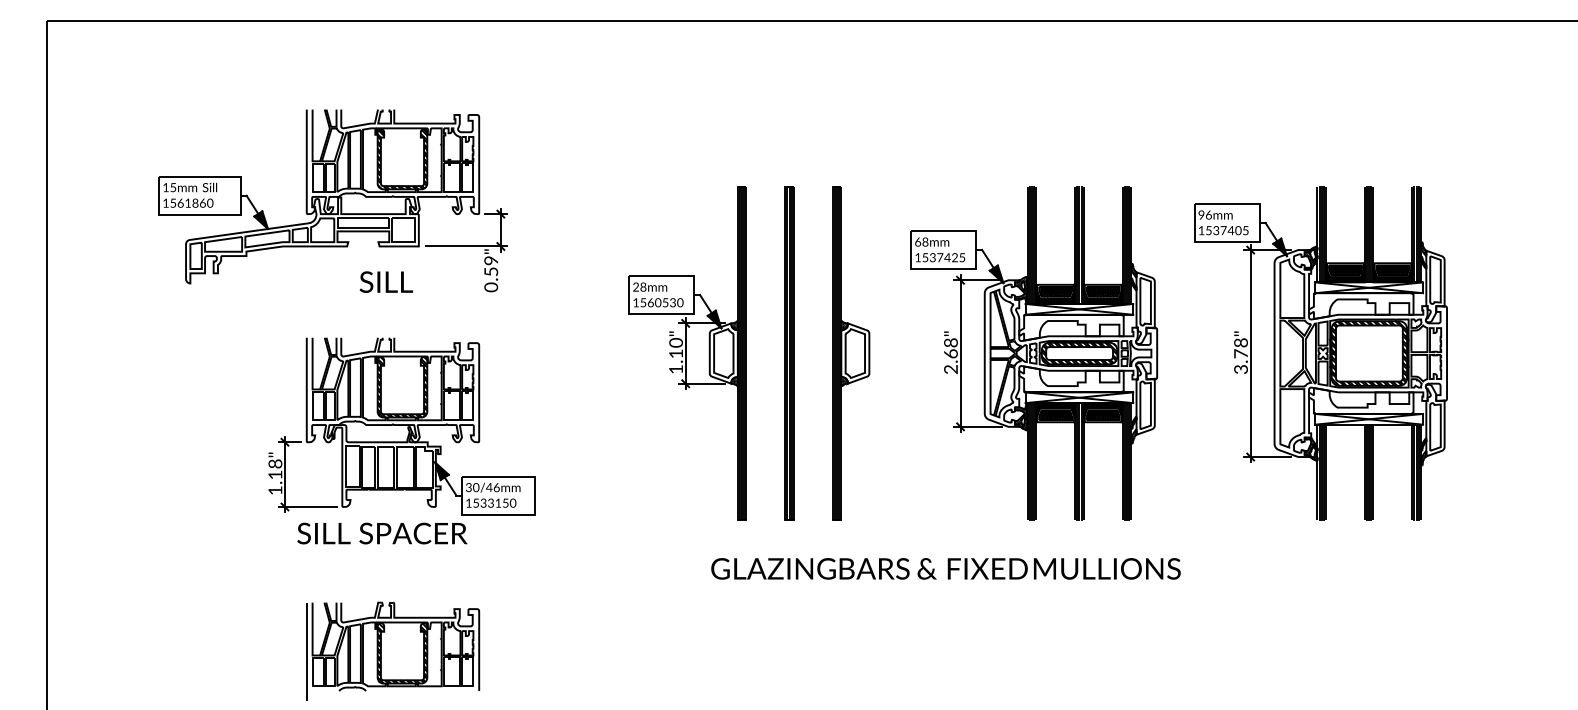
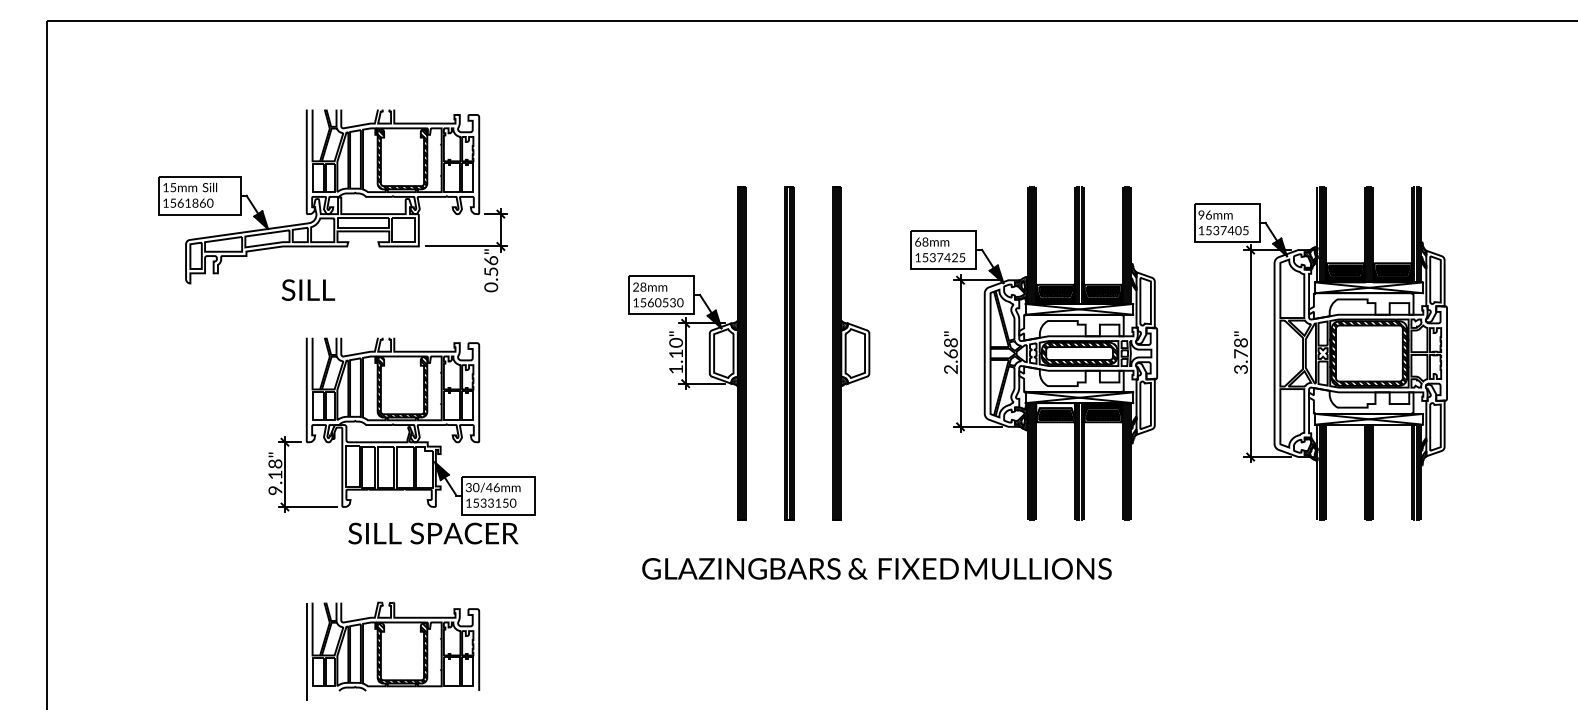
text at (491, 260): 0.59" -> 0.56"
text at (385, 281) position: (385, 281) -> (307, 289)
fill at (1055, 412): present -> none
text at (275, 490): 1.18" -> 9.18"
text at (382, 533) position: (382, 533) -> (433, 533)
text at (945, 568) position: (945, 568) -> (876, 568)
